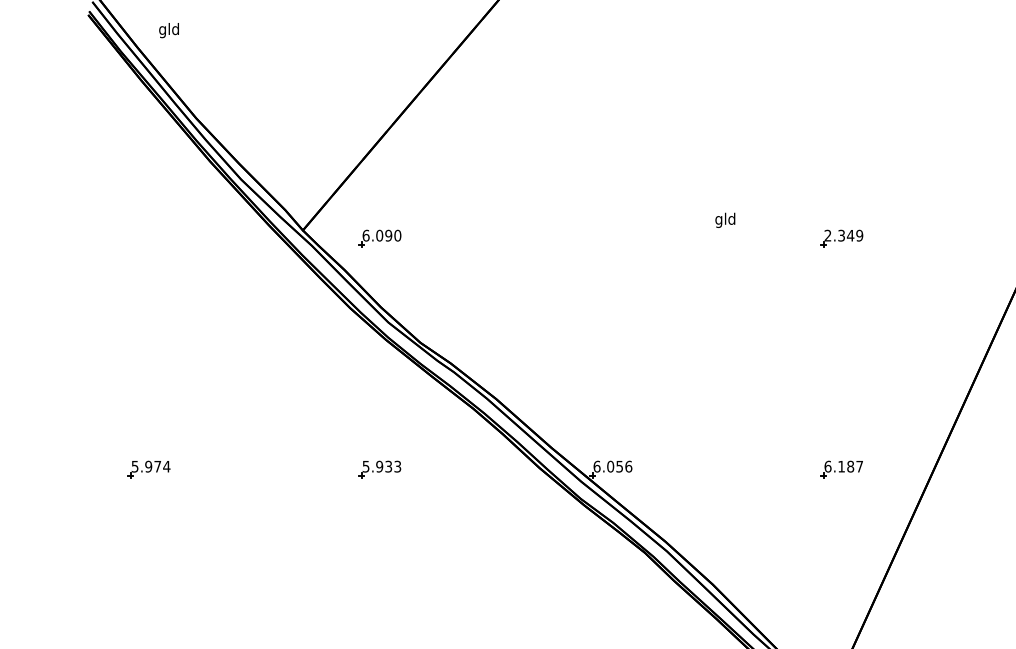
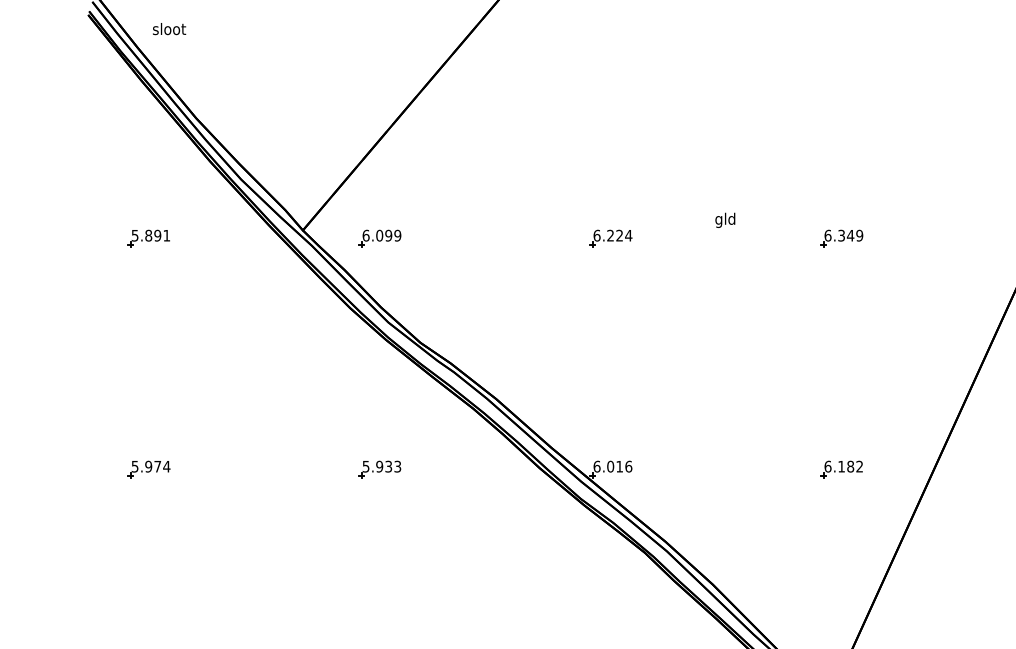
text at (169, 30): gld -> sloot
text at (397, 235): 6.090 -> 6.099
text at (827, 235): 2.349 -> 6.349
part at (148, 238): none -> present
part at (610, 238): none -> present
text at (619, 466): 6.056 -> 6.016
text at (859, 466): 6.187 -> 6.182
